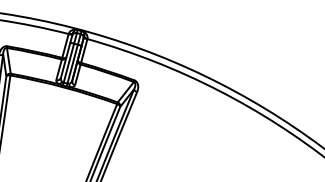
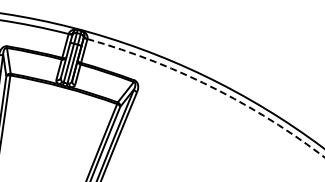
arc at (213, 88): solid -> dashed
